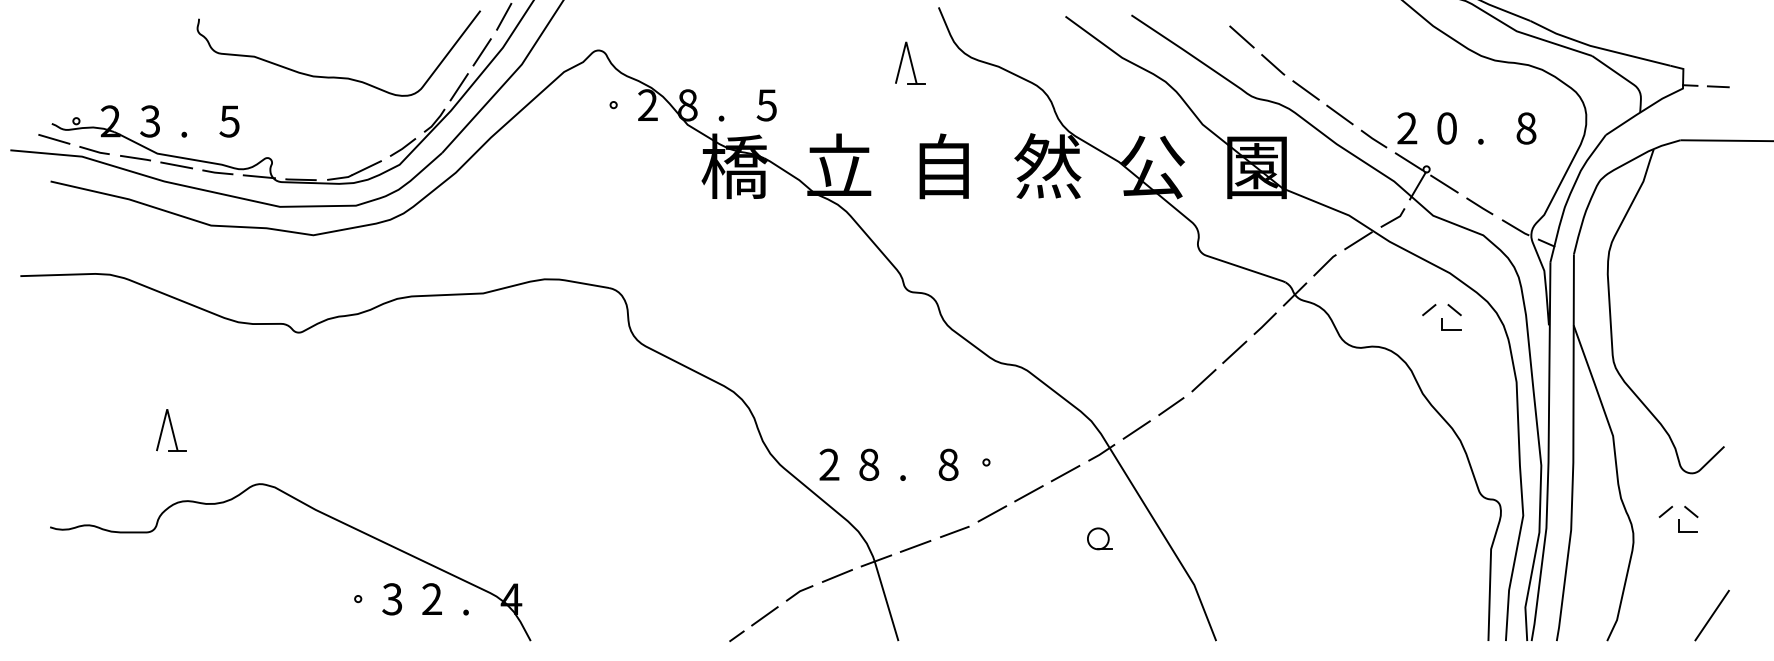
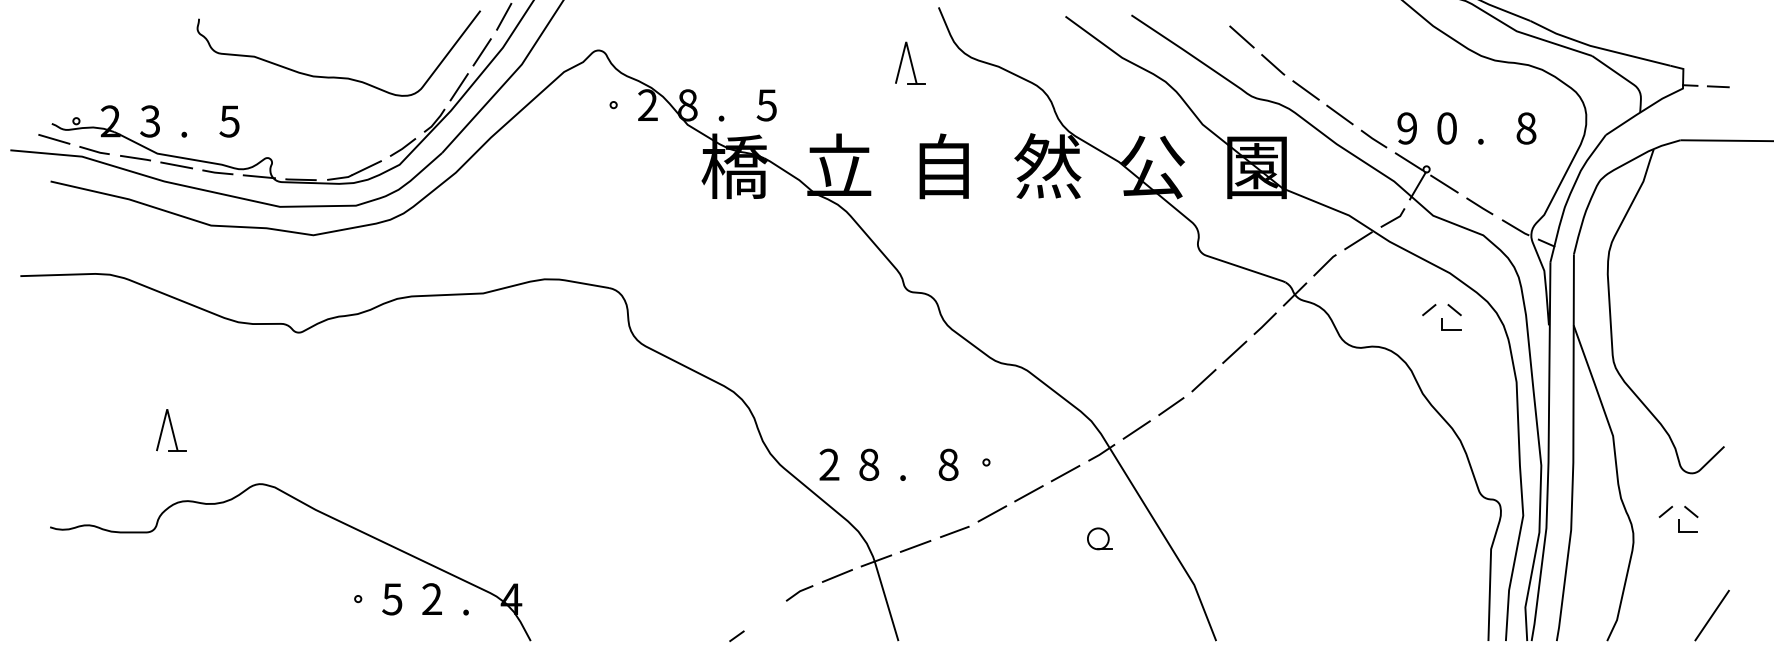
text at (1407, 128): 2 -> 9
text at (392, 598): 3 -> 5
line at (764, 616): present -> none
